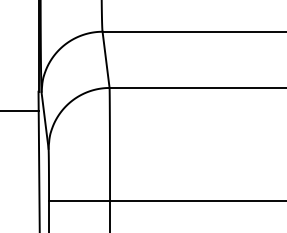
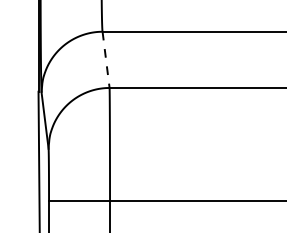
line at (106, 60): solid -> dashed
line at (20, 111): present -> none
